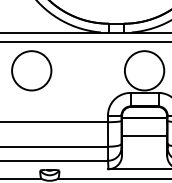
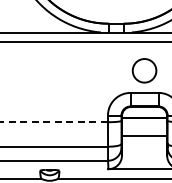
circle at (31, 70): present -> none
circle at (144, 70) diameter: 39 px -> 24 px
line at (54, 122): solid -> dashed
